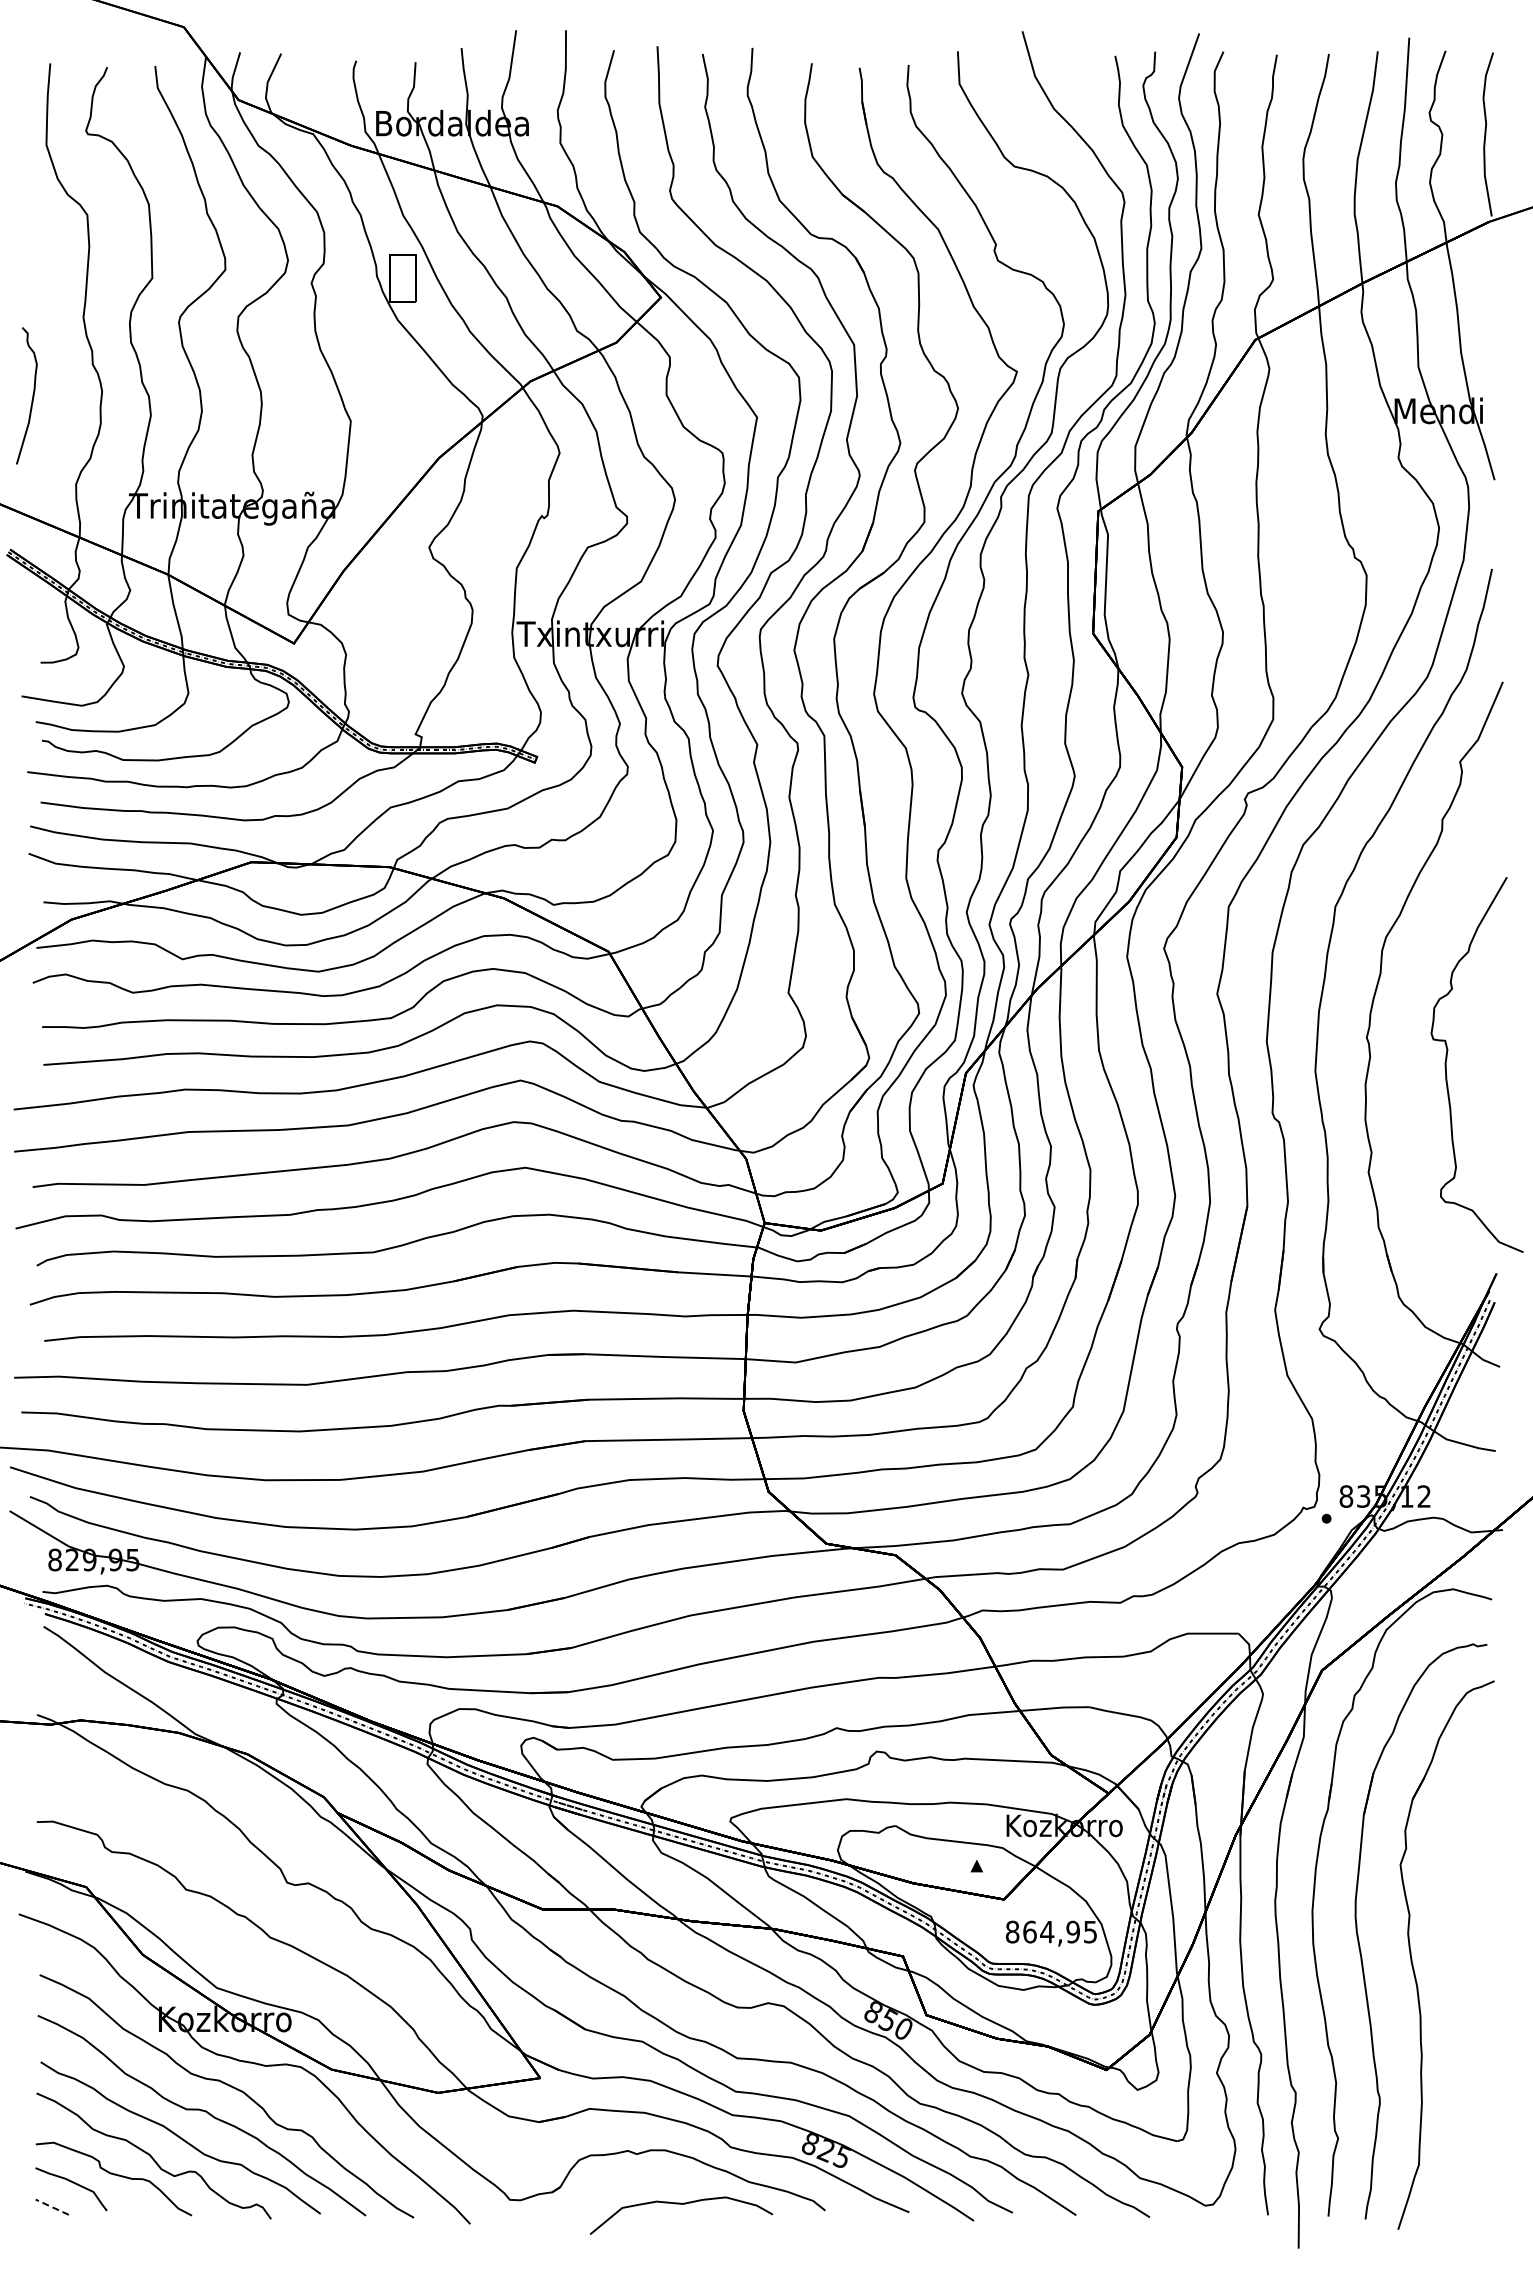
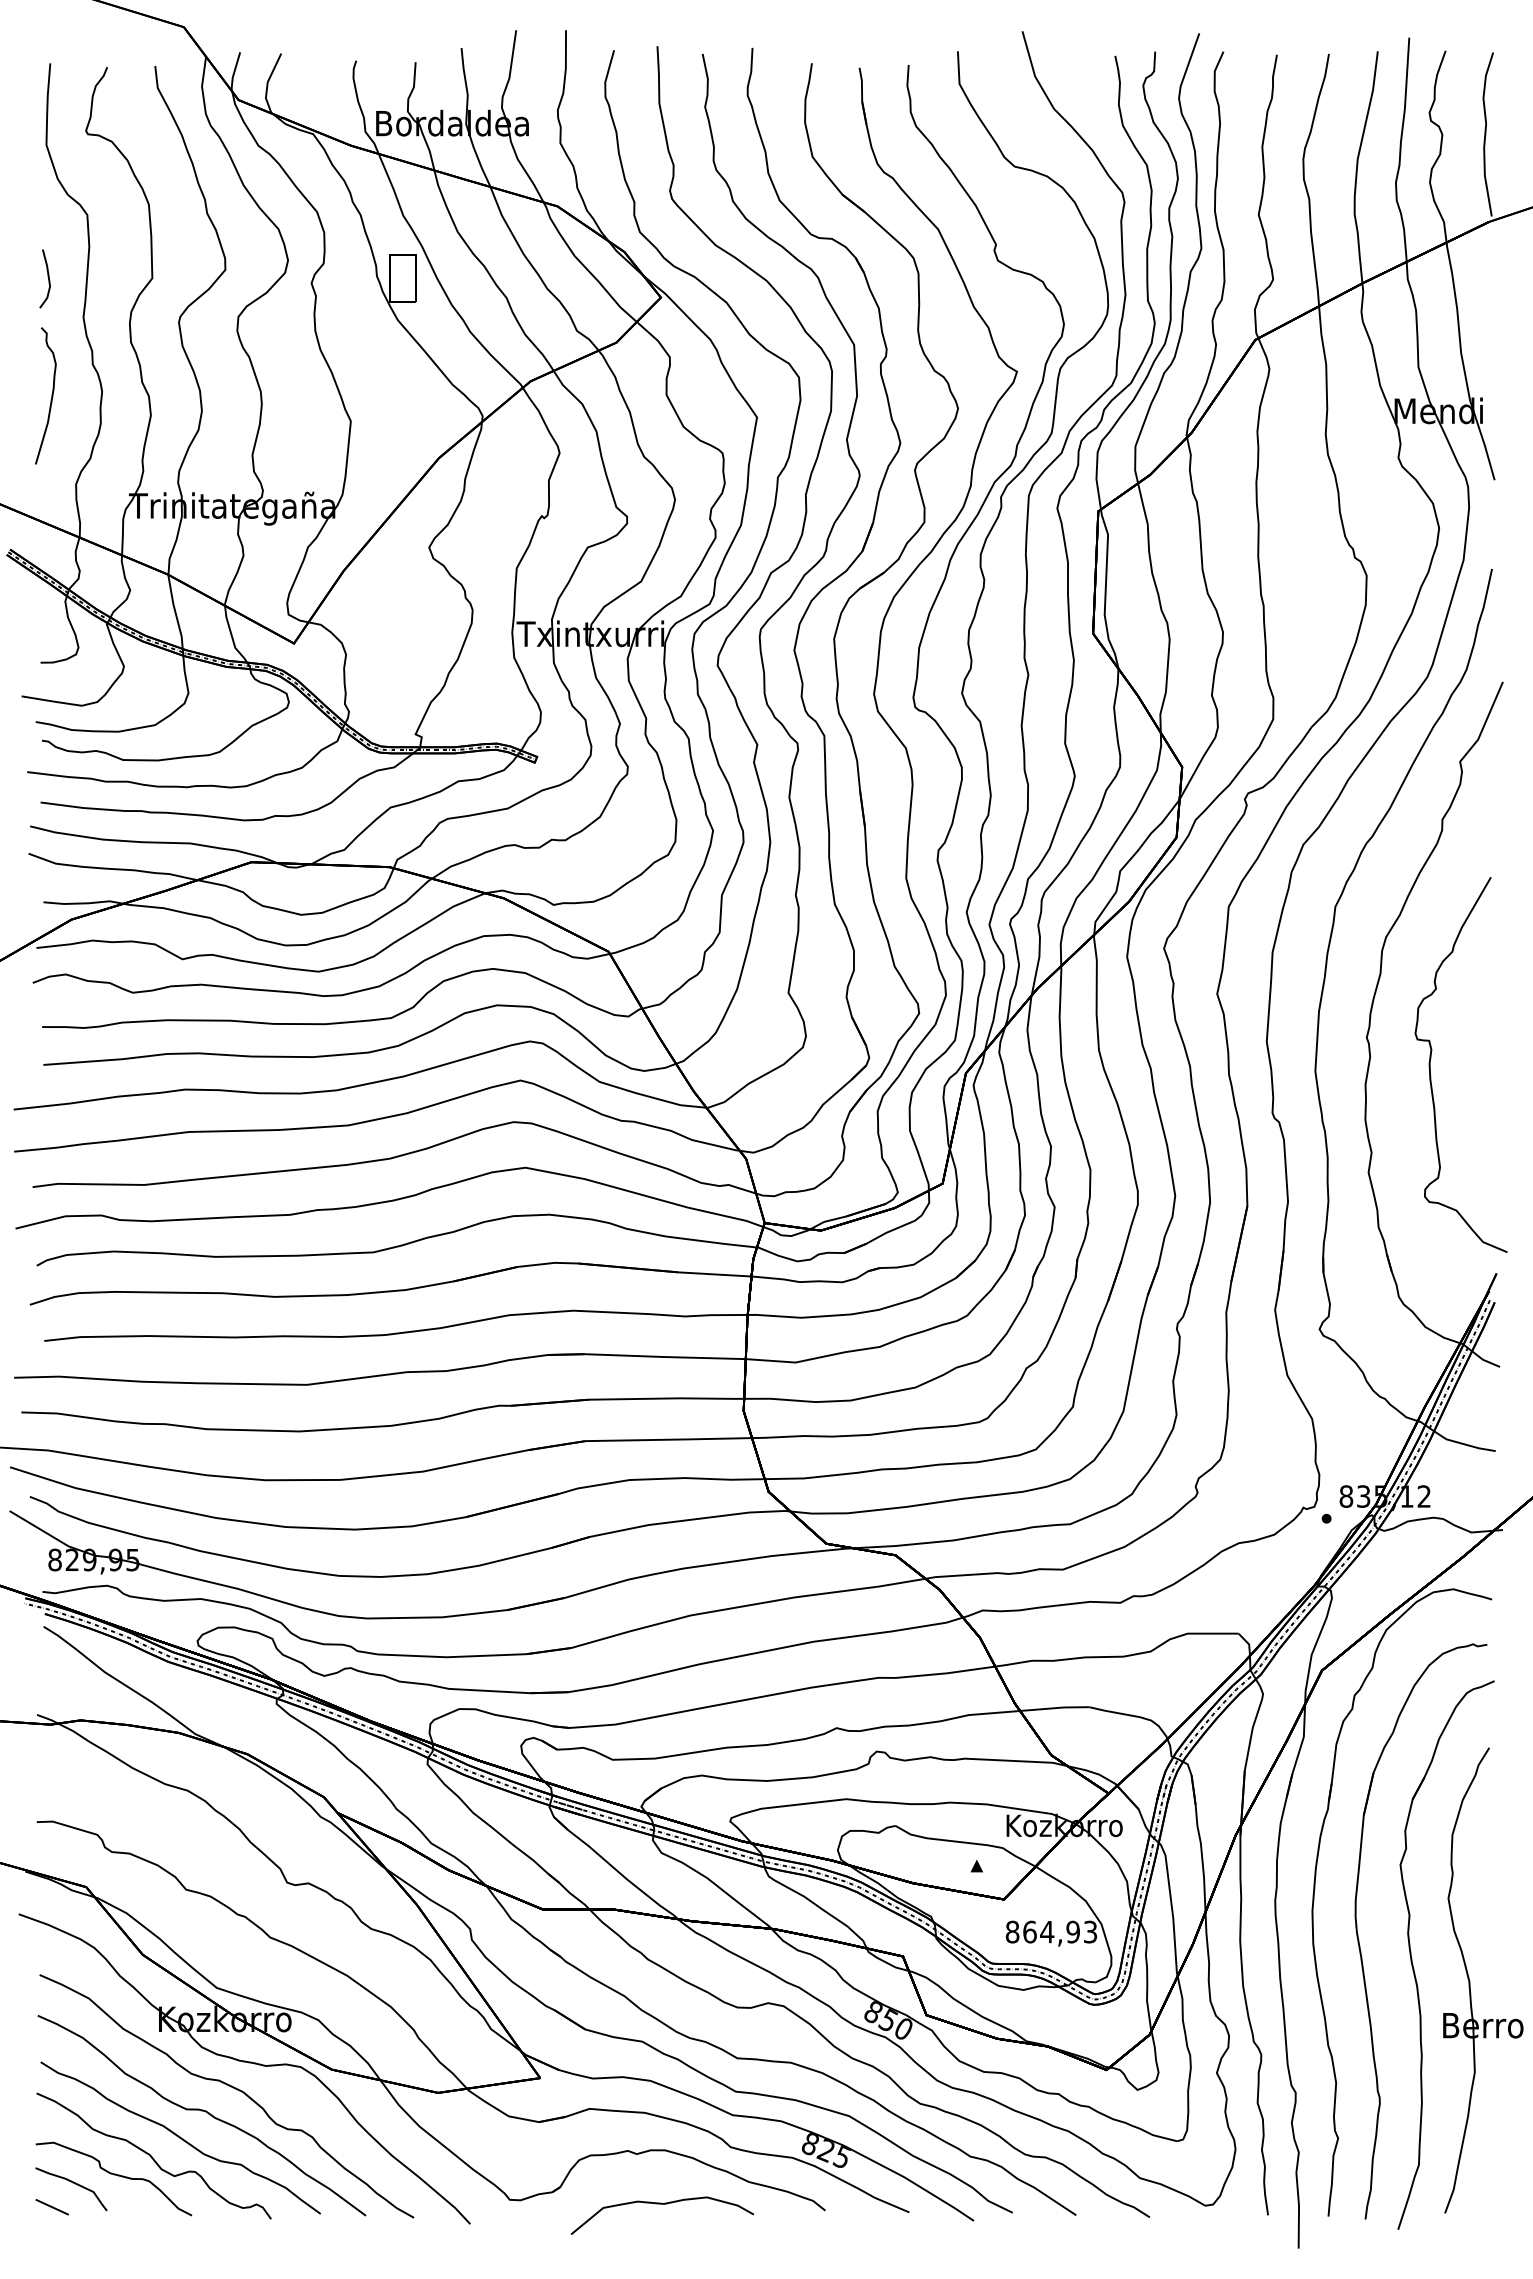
line at (47, 277): none -> present
curve at (32, 395) position: (32, 395) -> (51, 395)
curve at (1447, 1059) position: (1447, 1059) -> (1431, 1059)
text at (1090, 1931): 864,95 -> 864,93
part at (1470, 1981): none -> present
curve at (680, 2204) position: (680, 2204) -> (661, 2204)
line at (51, 2207): dashed -> solid
